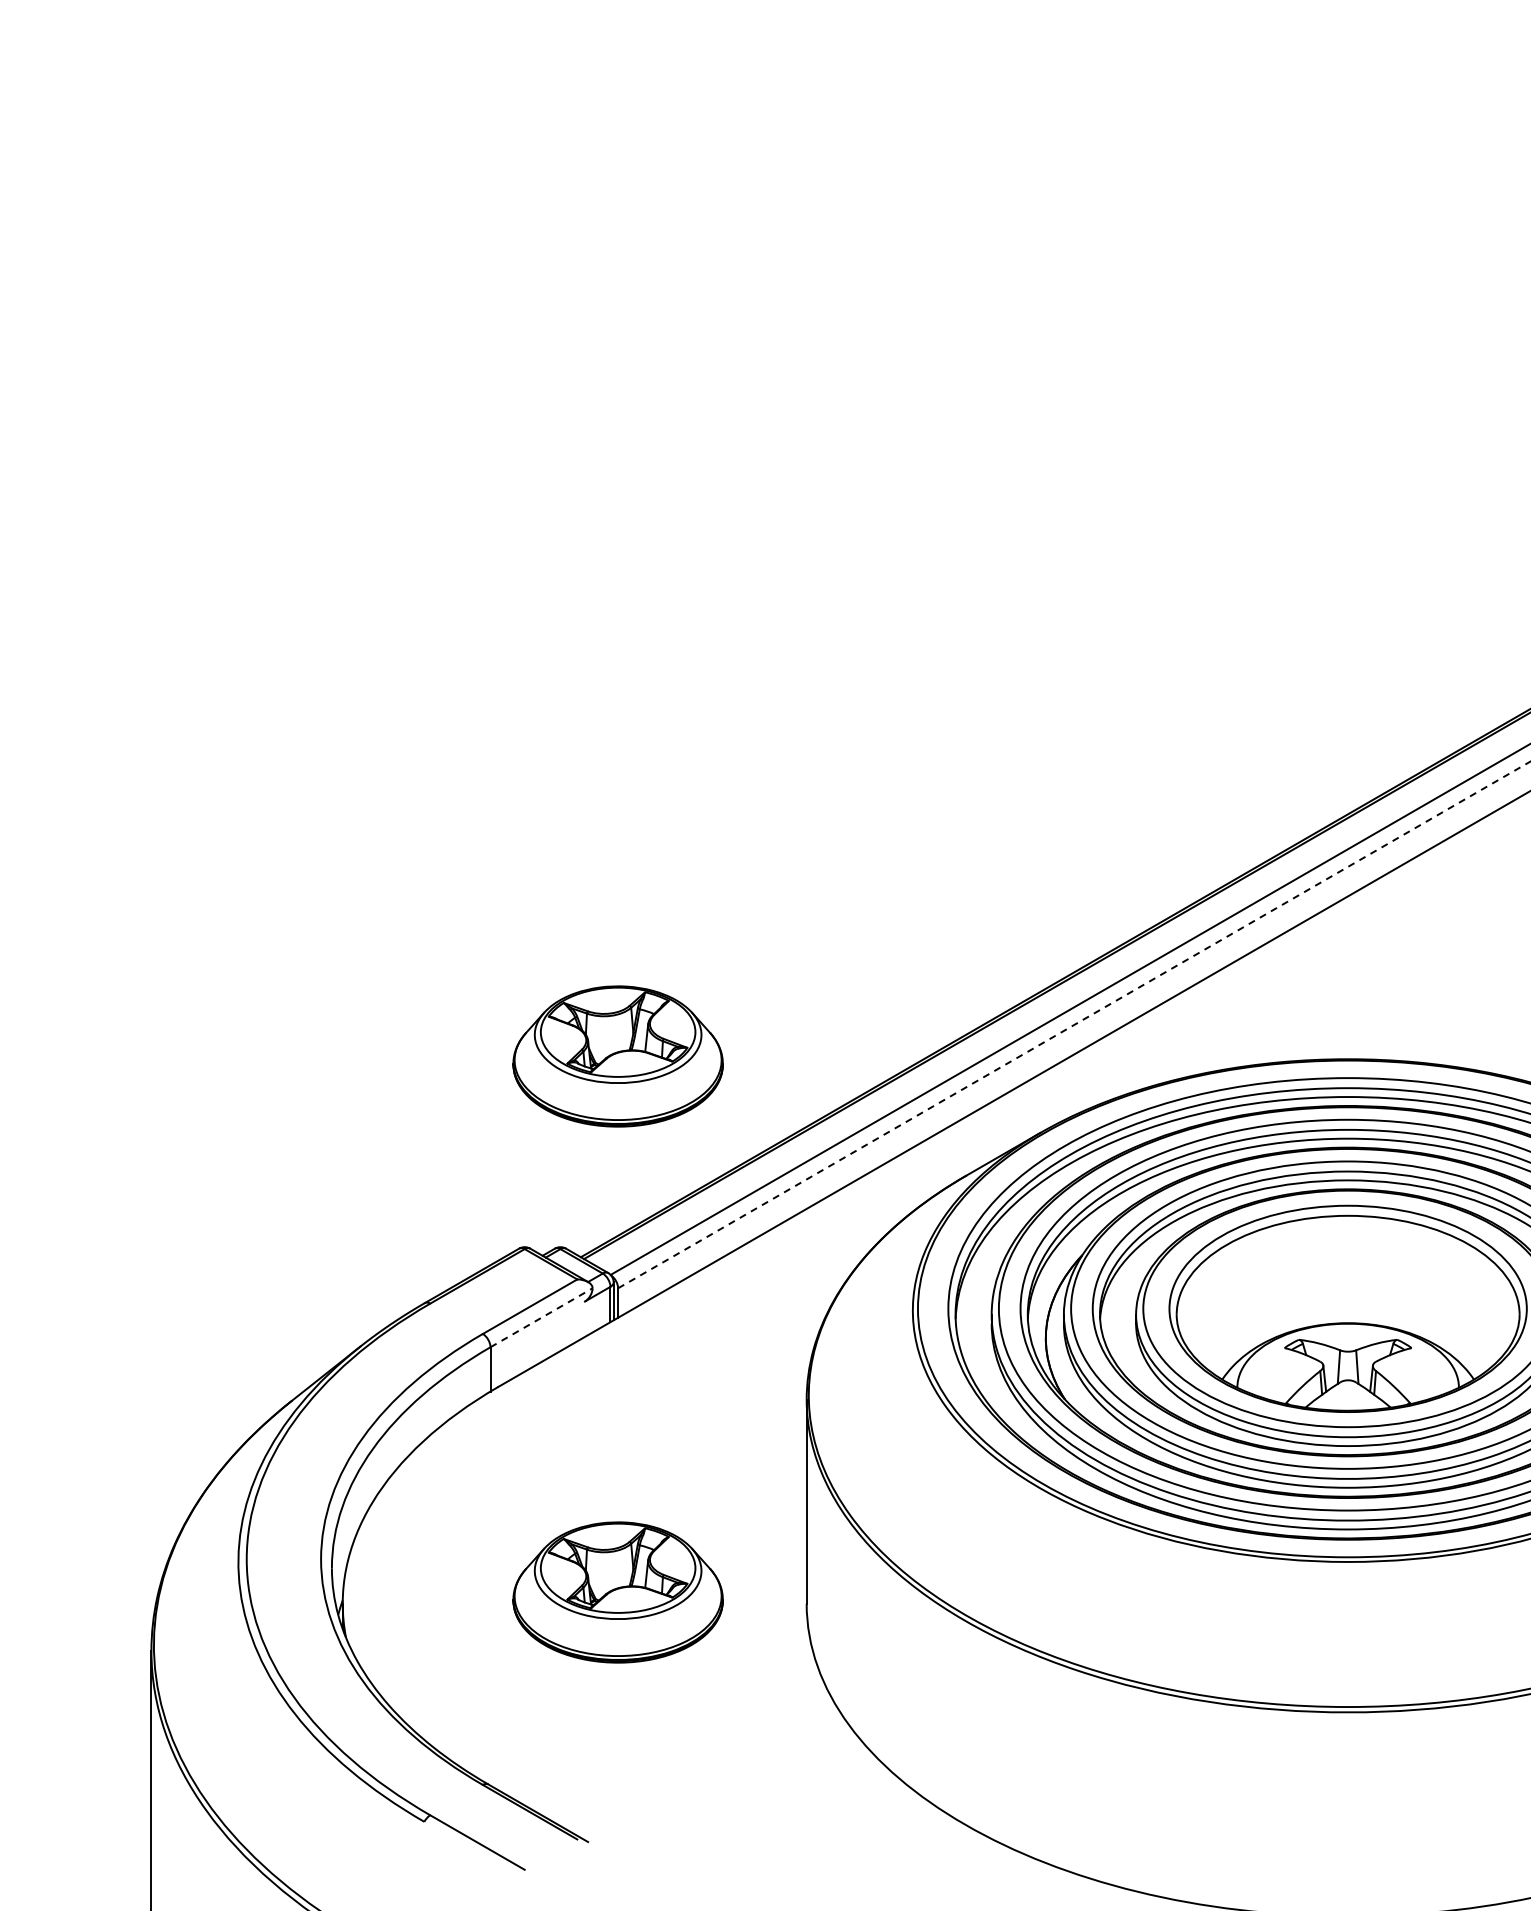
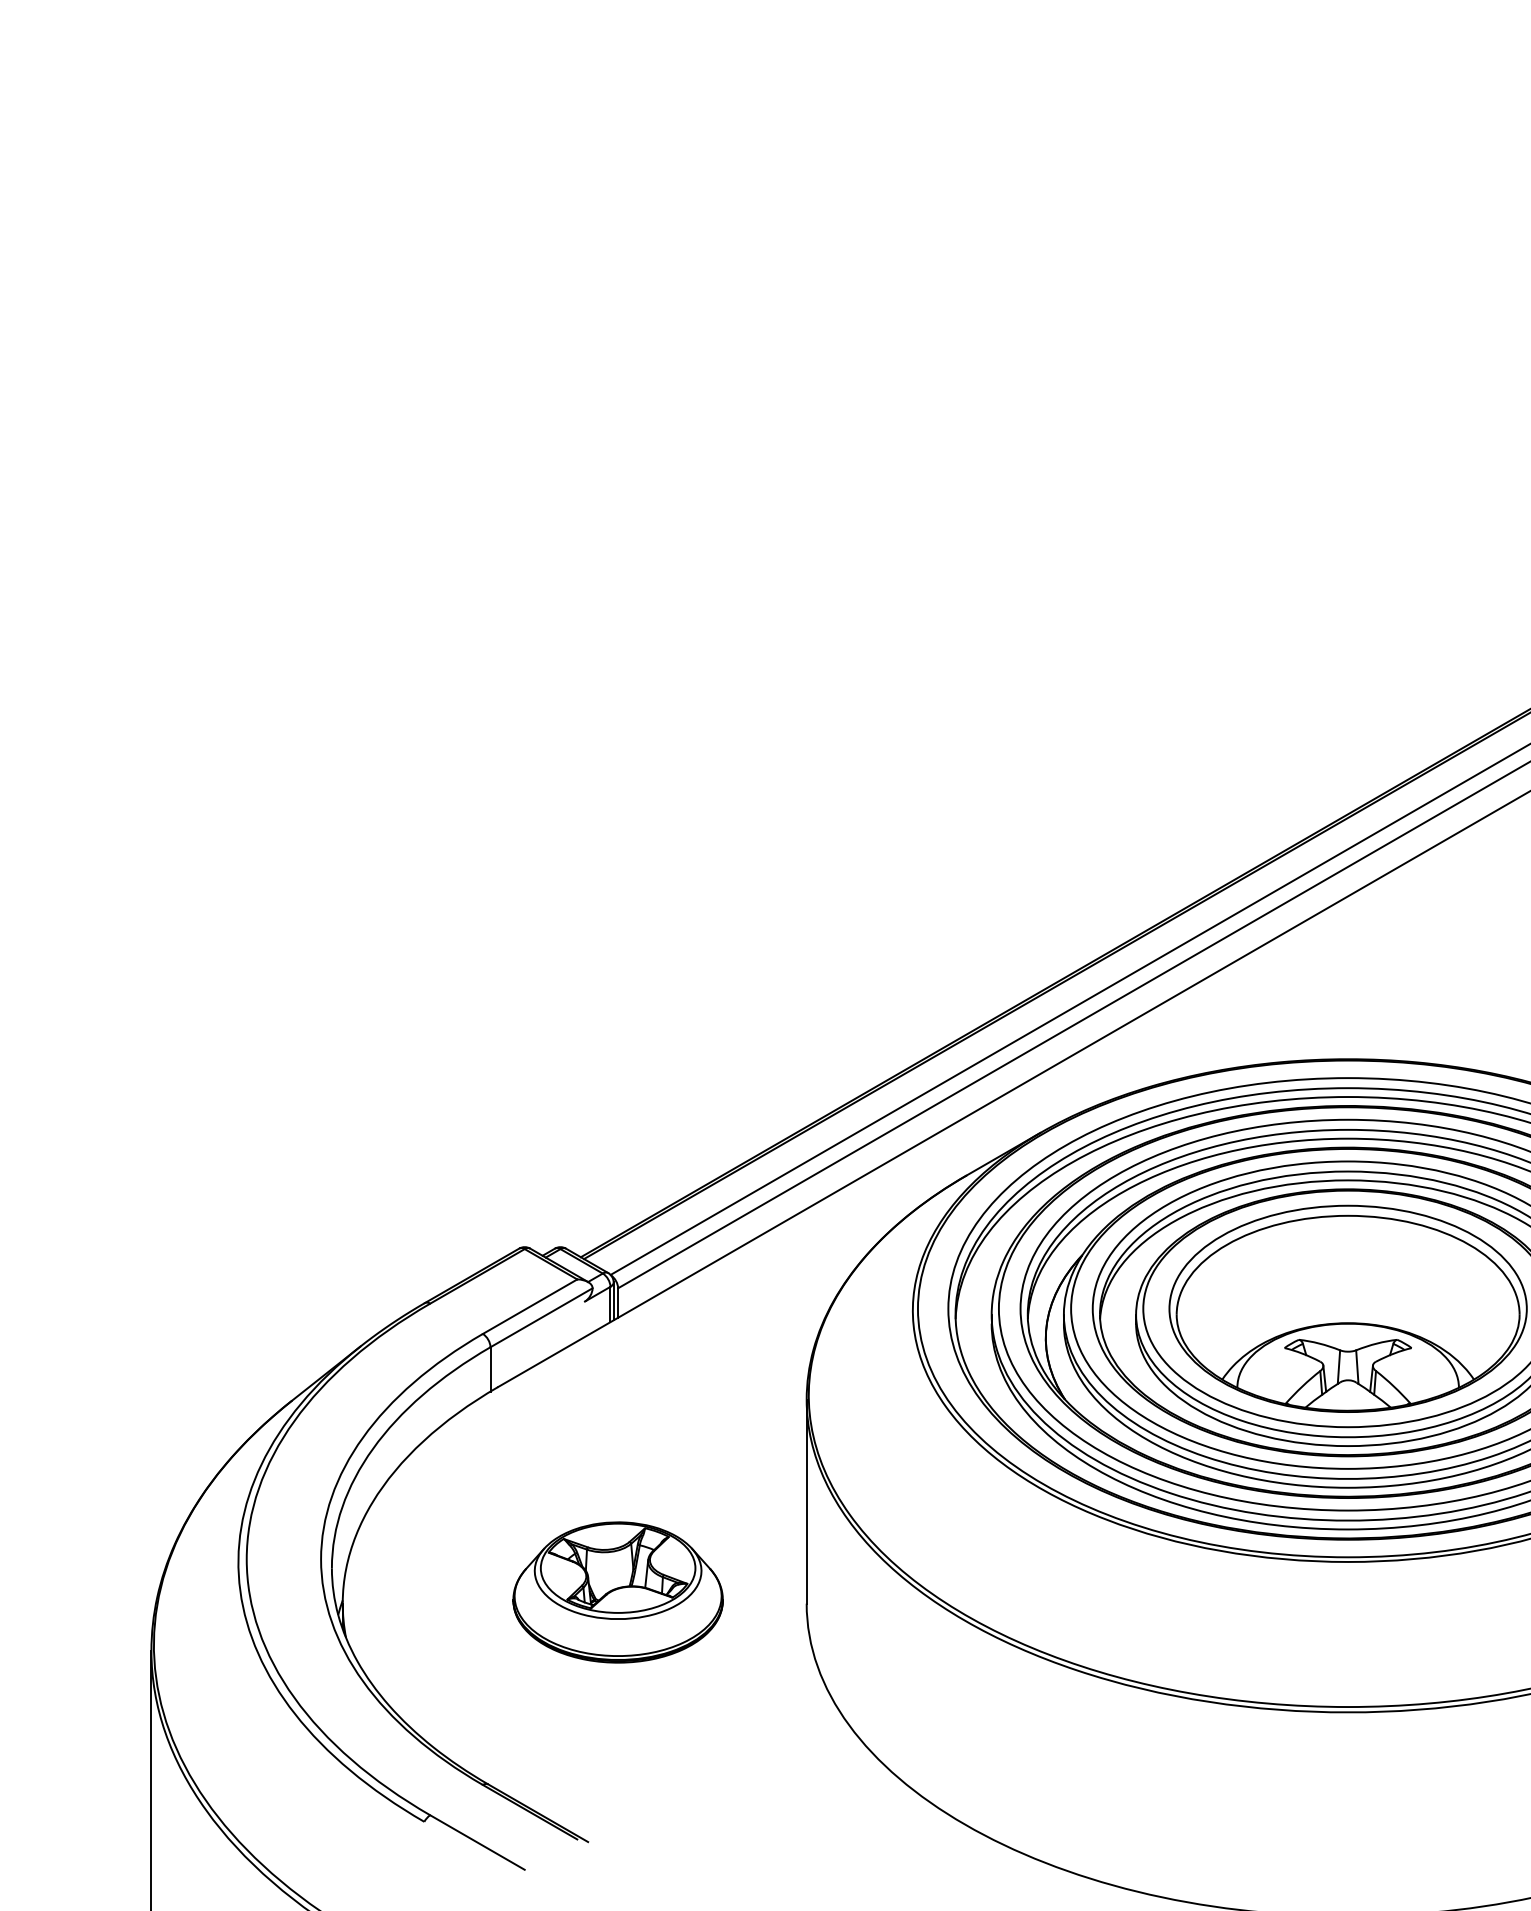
line at (1074, 1024): dashed -> solid
part at (617, 1056): present -> none
line at (541, 1317): dashed -> solid
